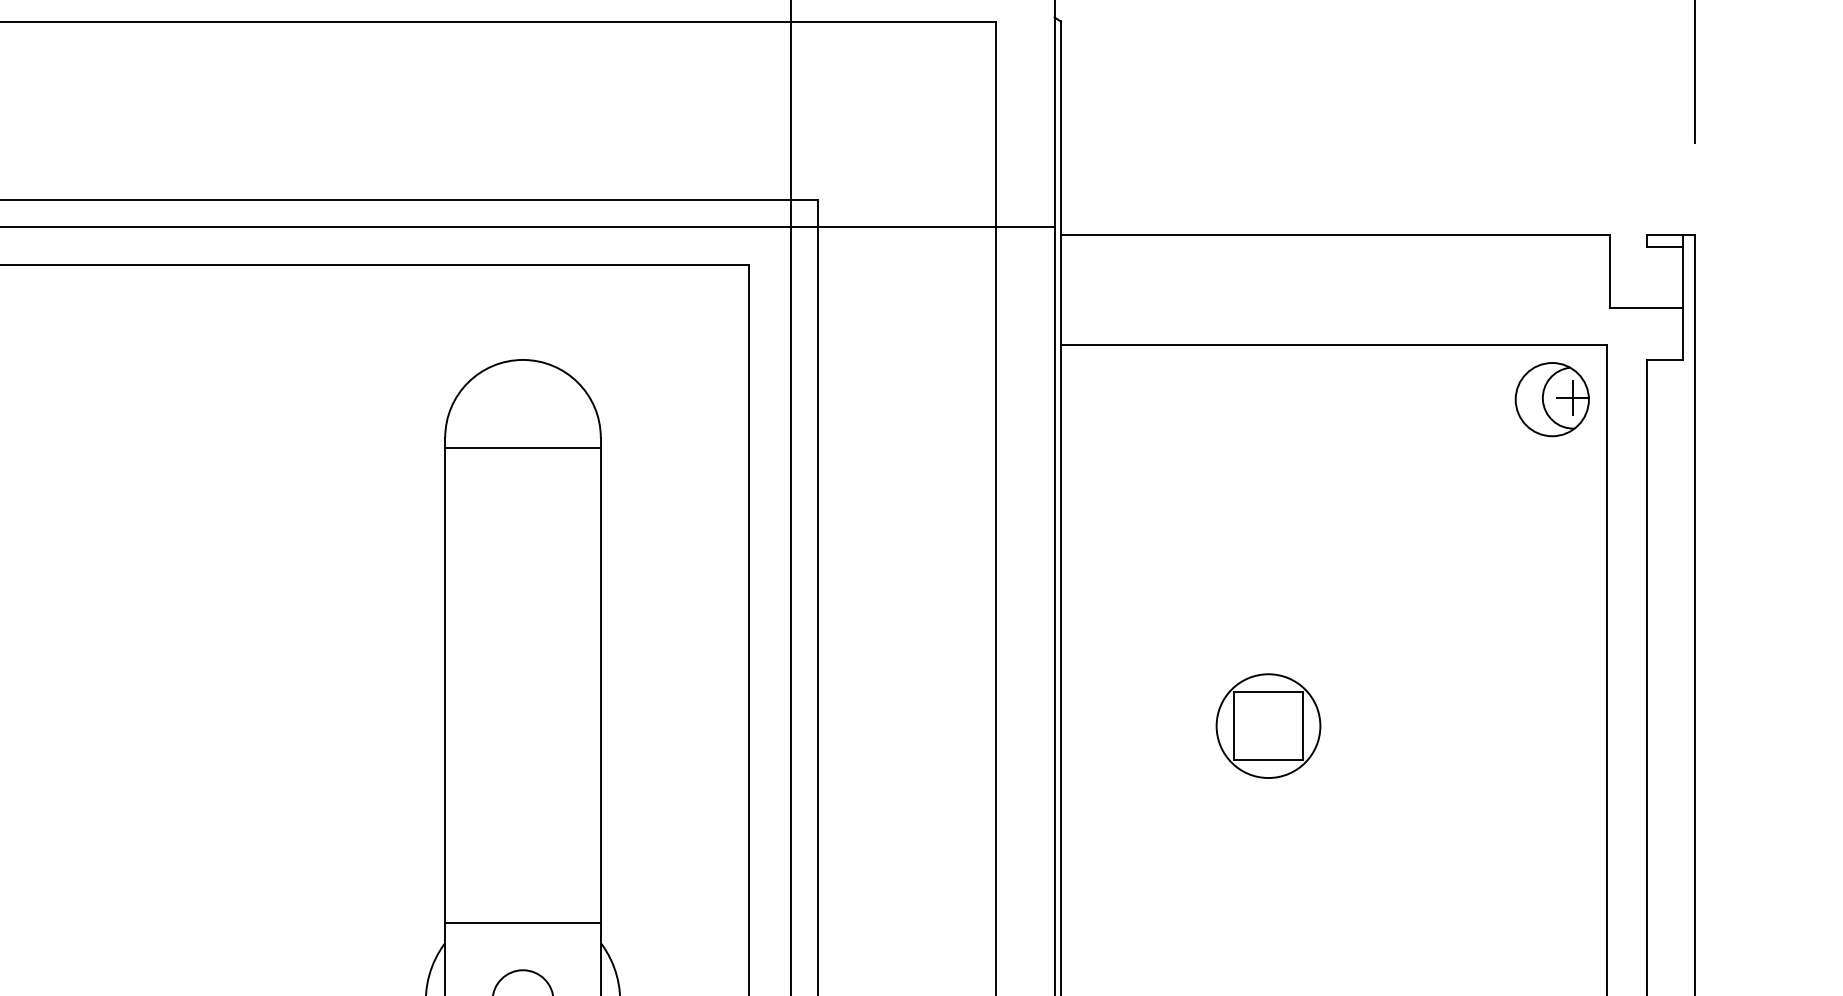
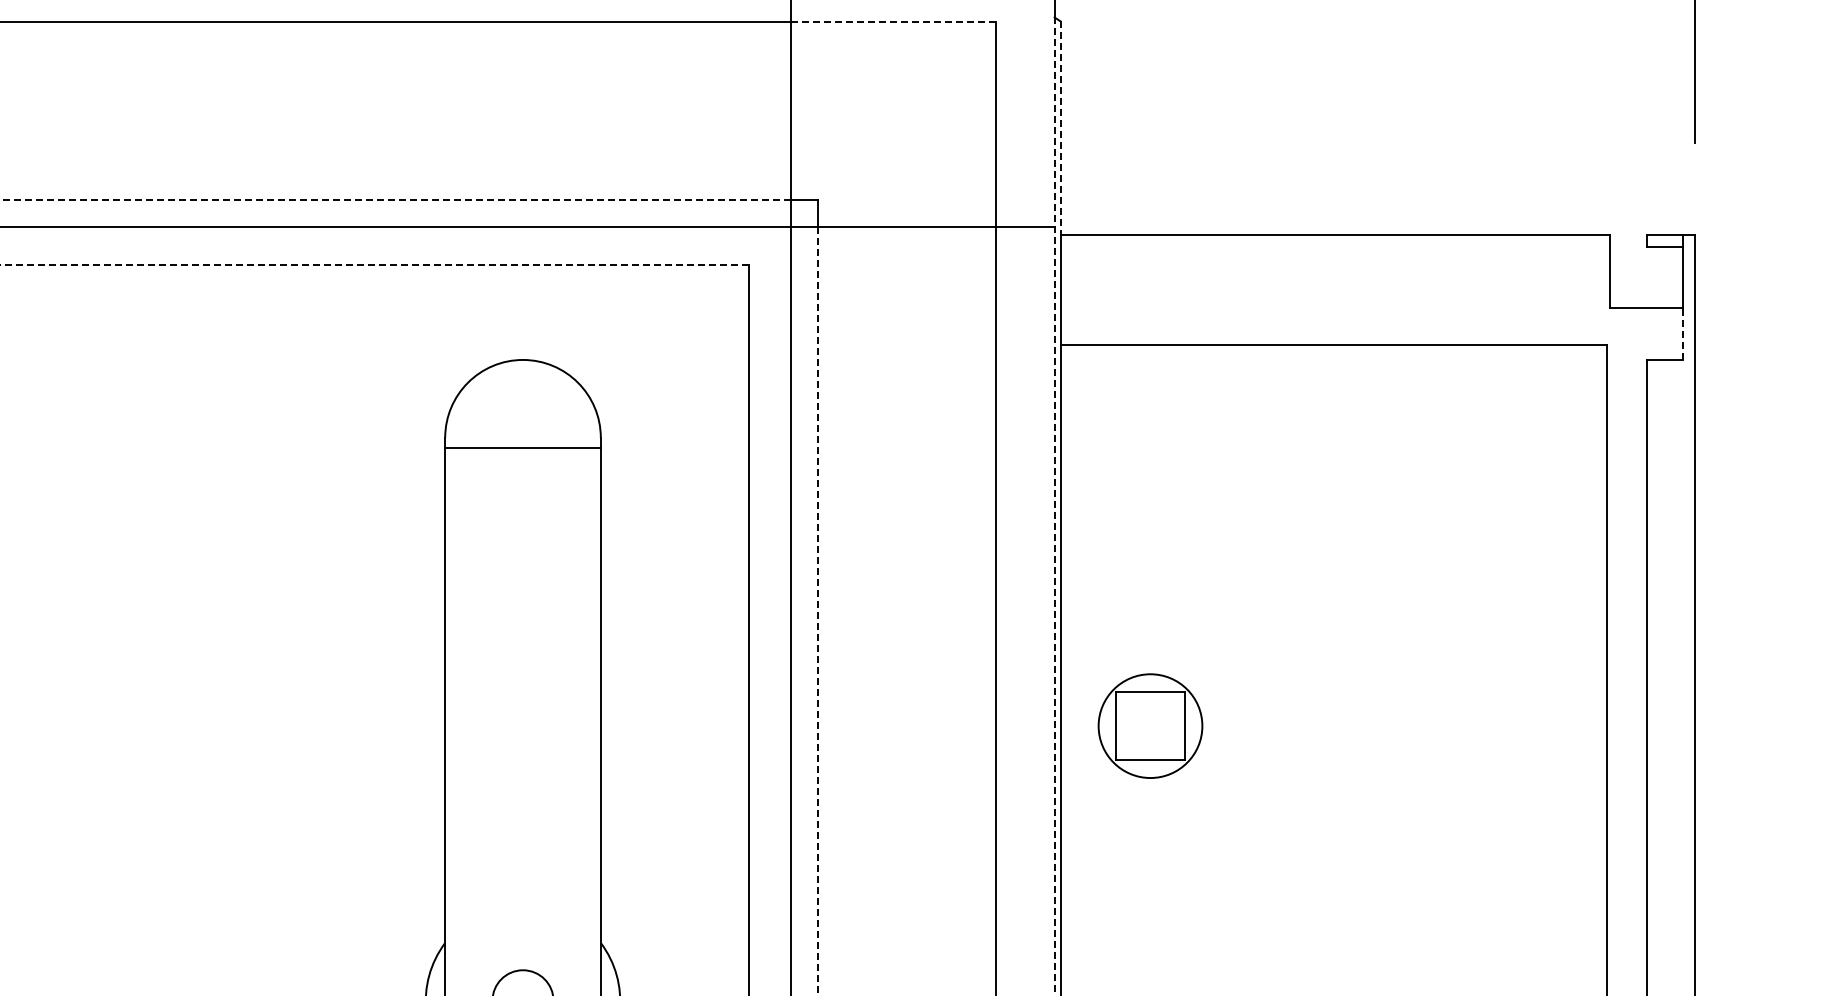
line at (893, 21): solid -> dashed
line at (1060, 128): solid -> dashed
line at (395, 199): solid -> dashed
line at (374, 265): solid -> dashed
line at (1683, 334): solid -> dashed
part at (1551, 399): present -> none
line at (1054, 506): solid -> dashed
line at (818, 612): solid -> dashed
part at (1268, 725) position: (1268, 725) -> (1150, 725)
line at (522, 922): present -> none
